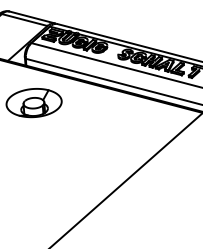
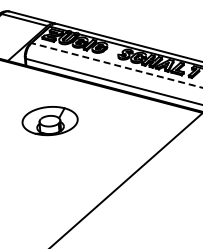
line at (116, 65): solid -> dashed
part at (33, 103) position: (33, 103) -> (49, 121)
